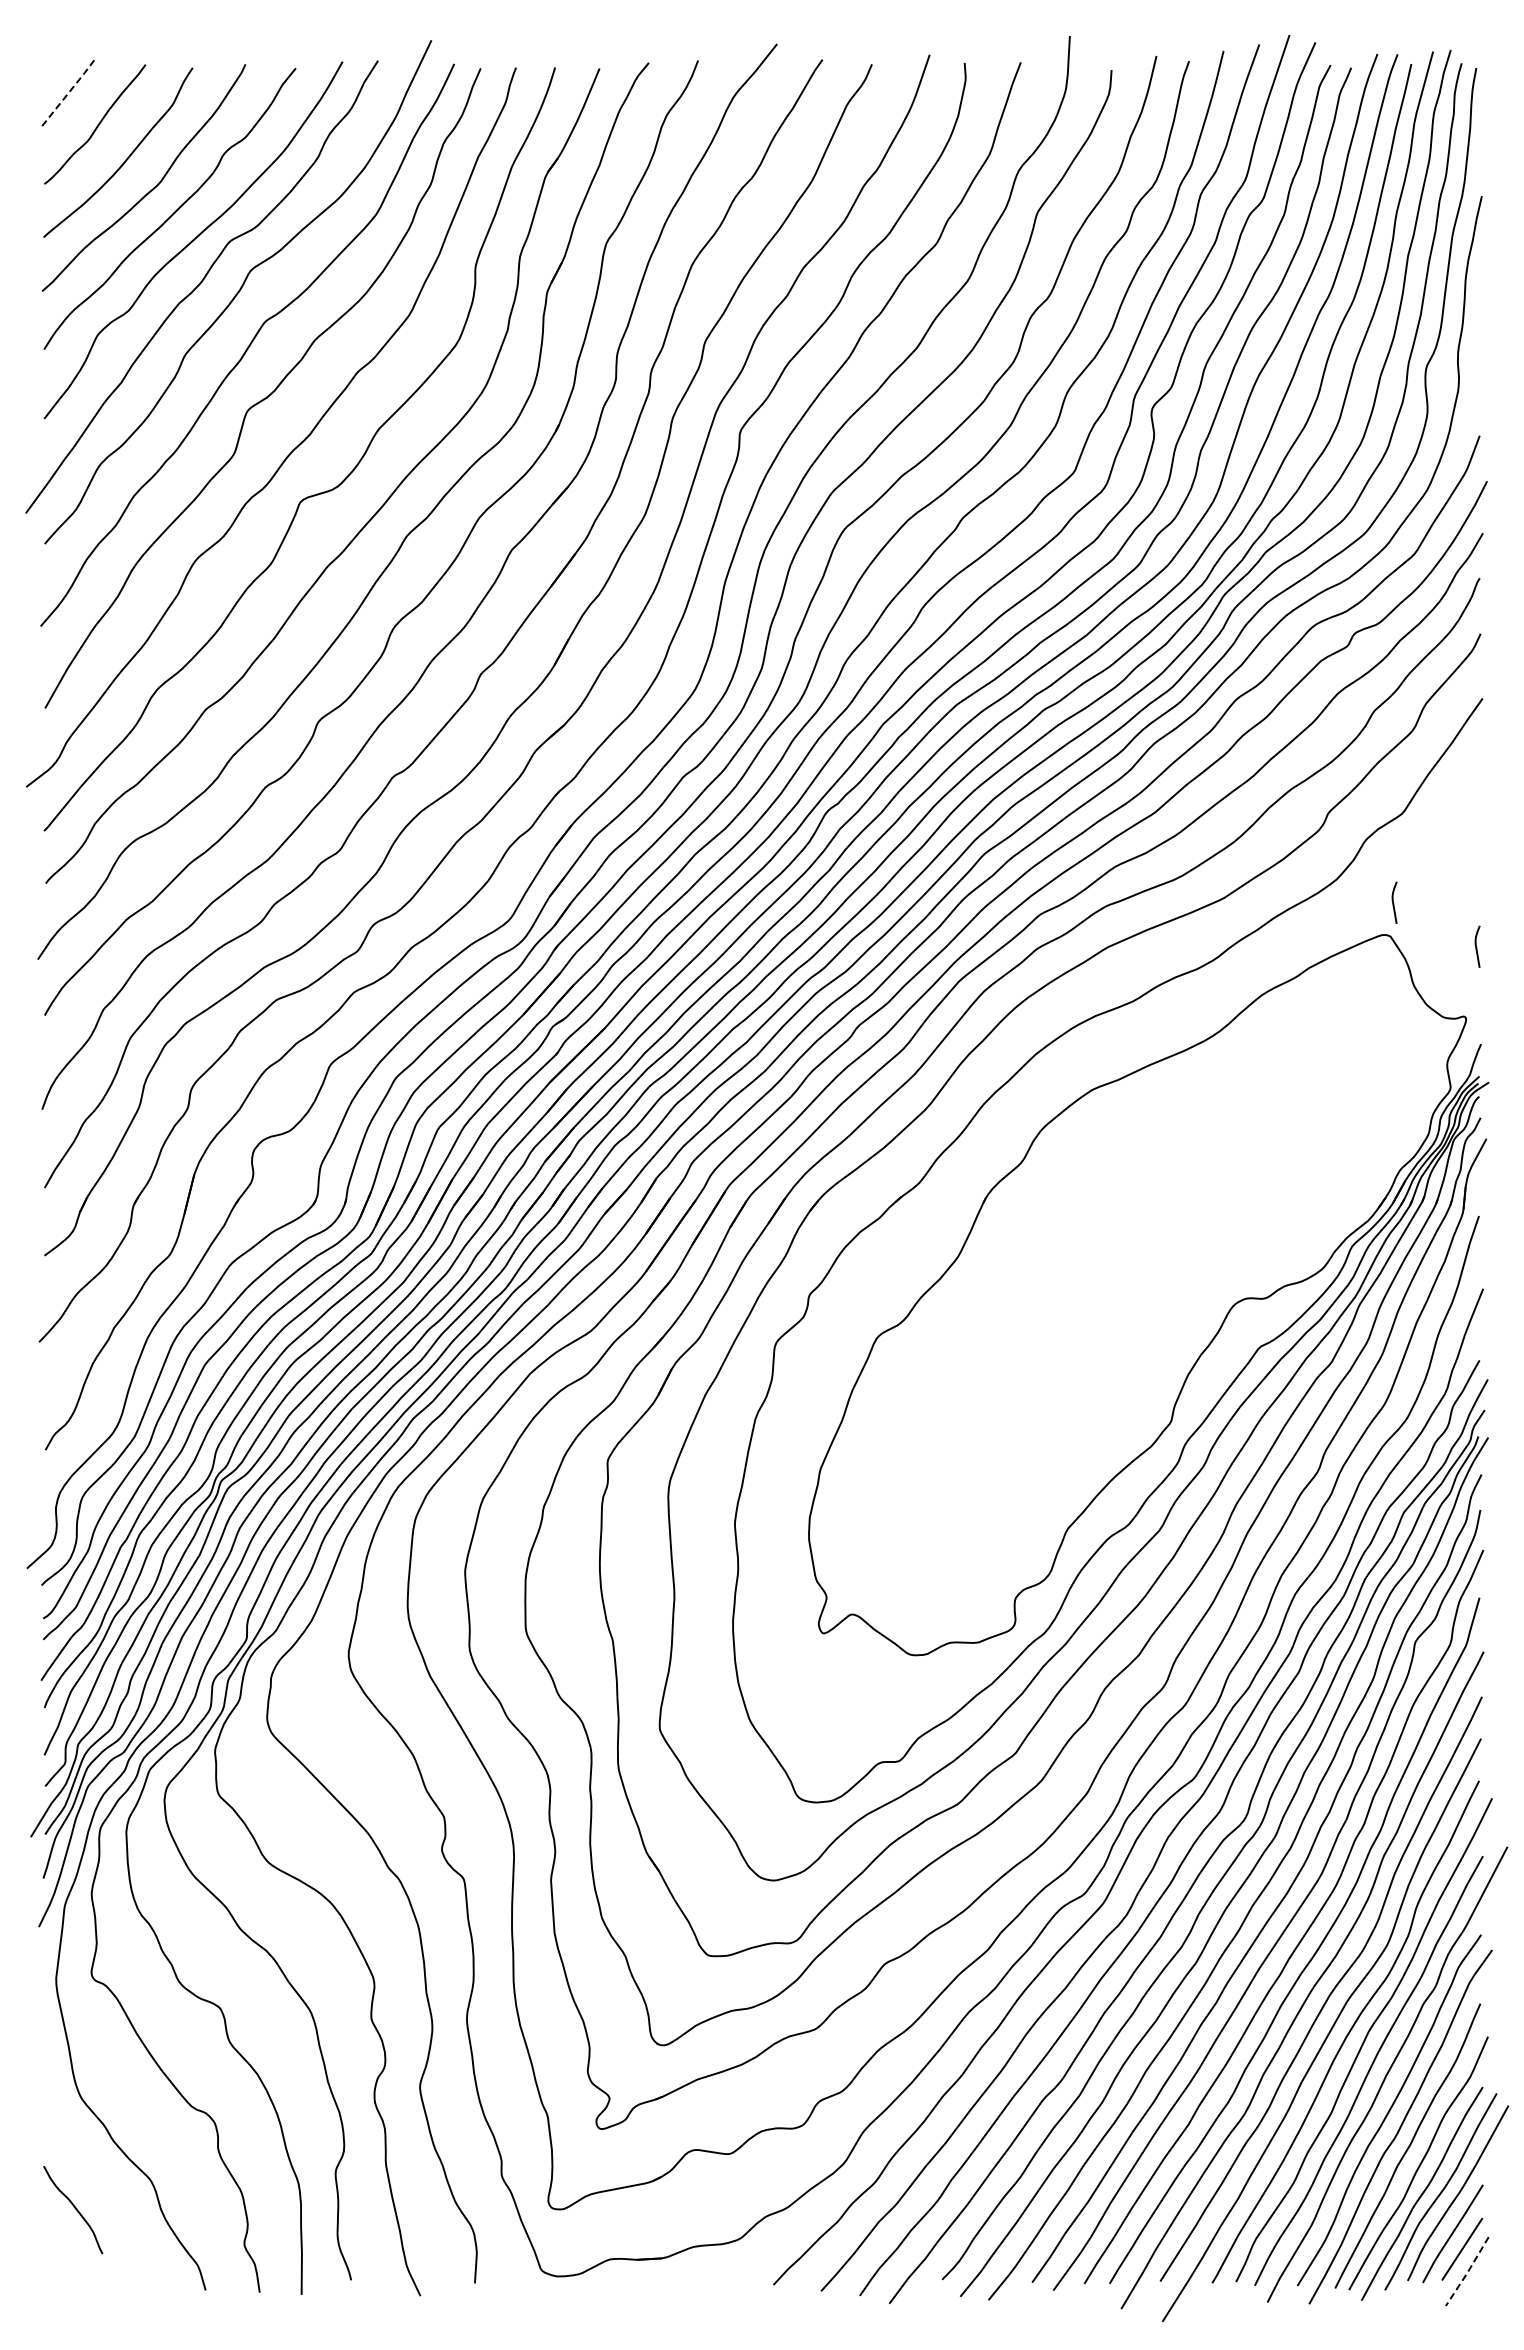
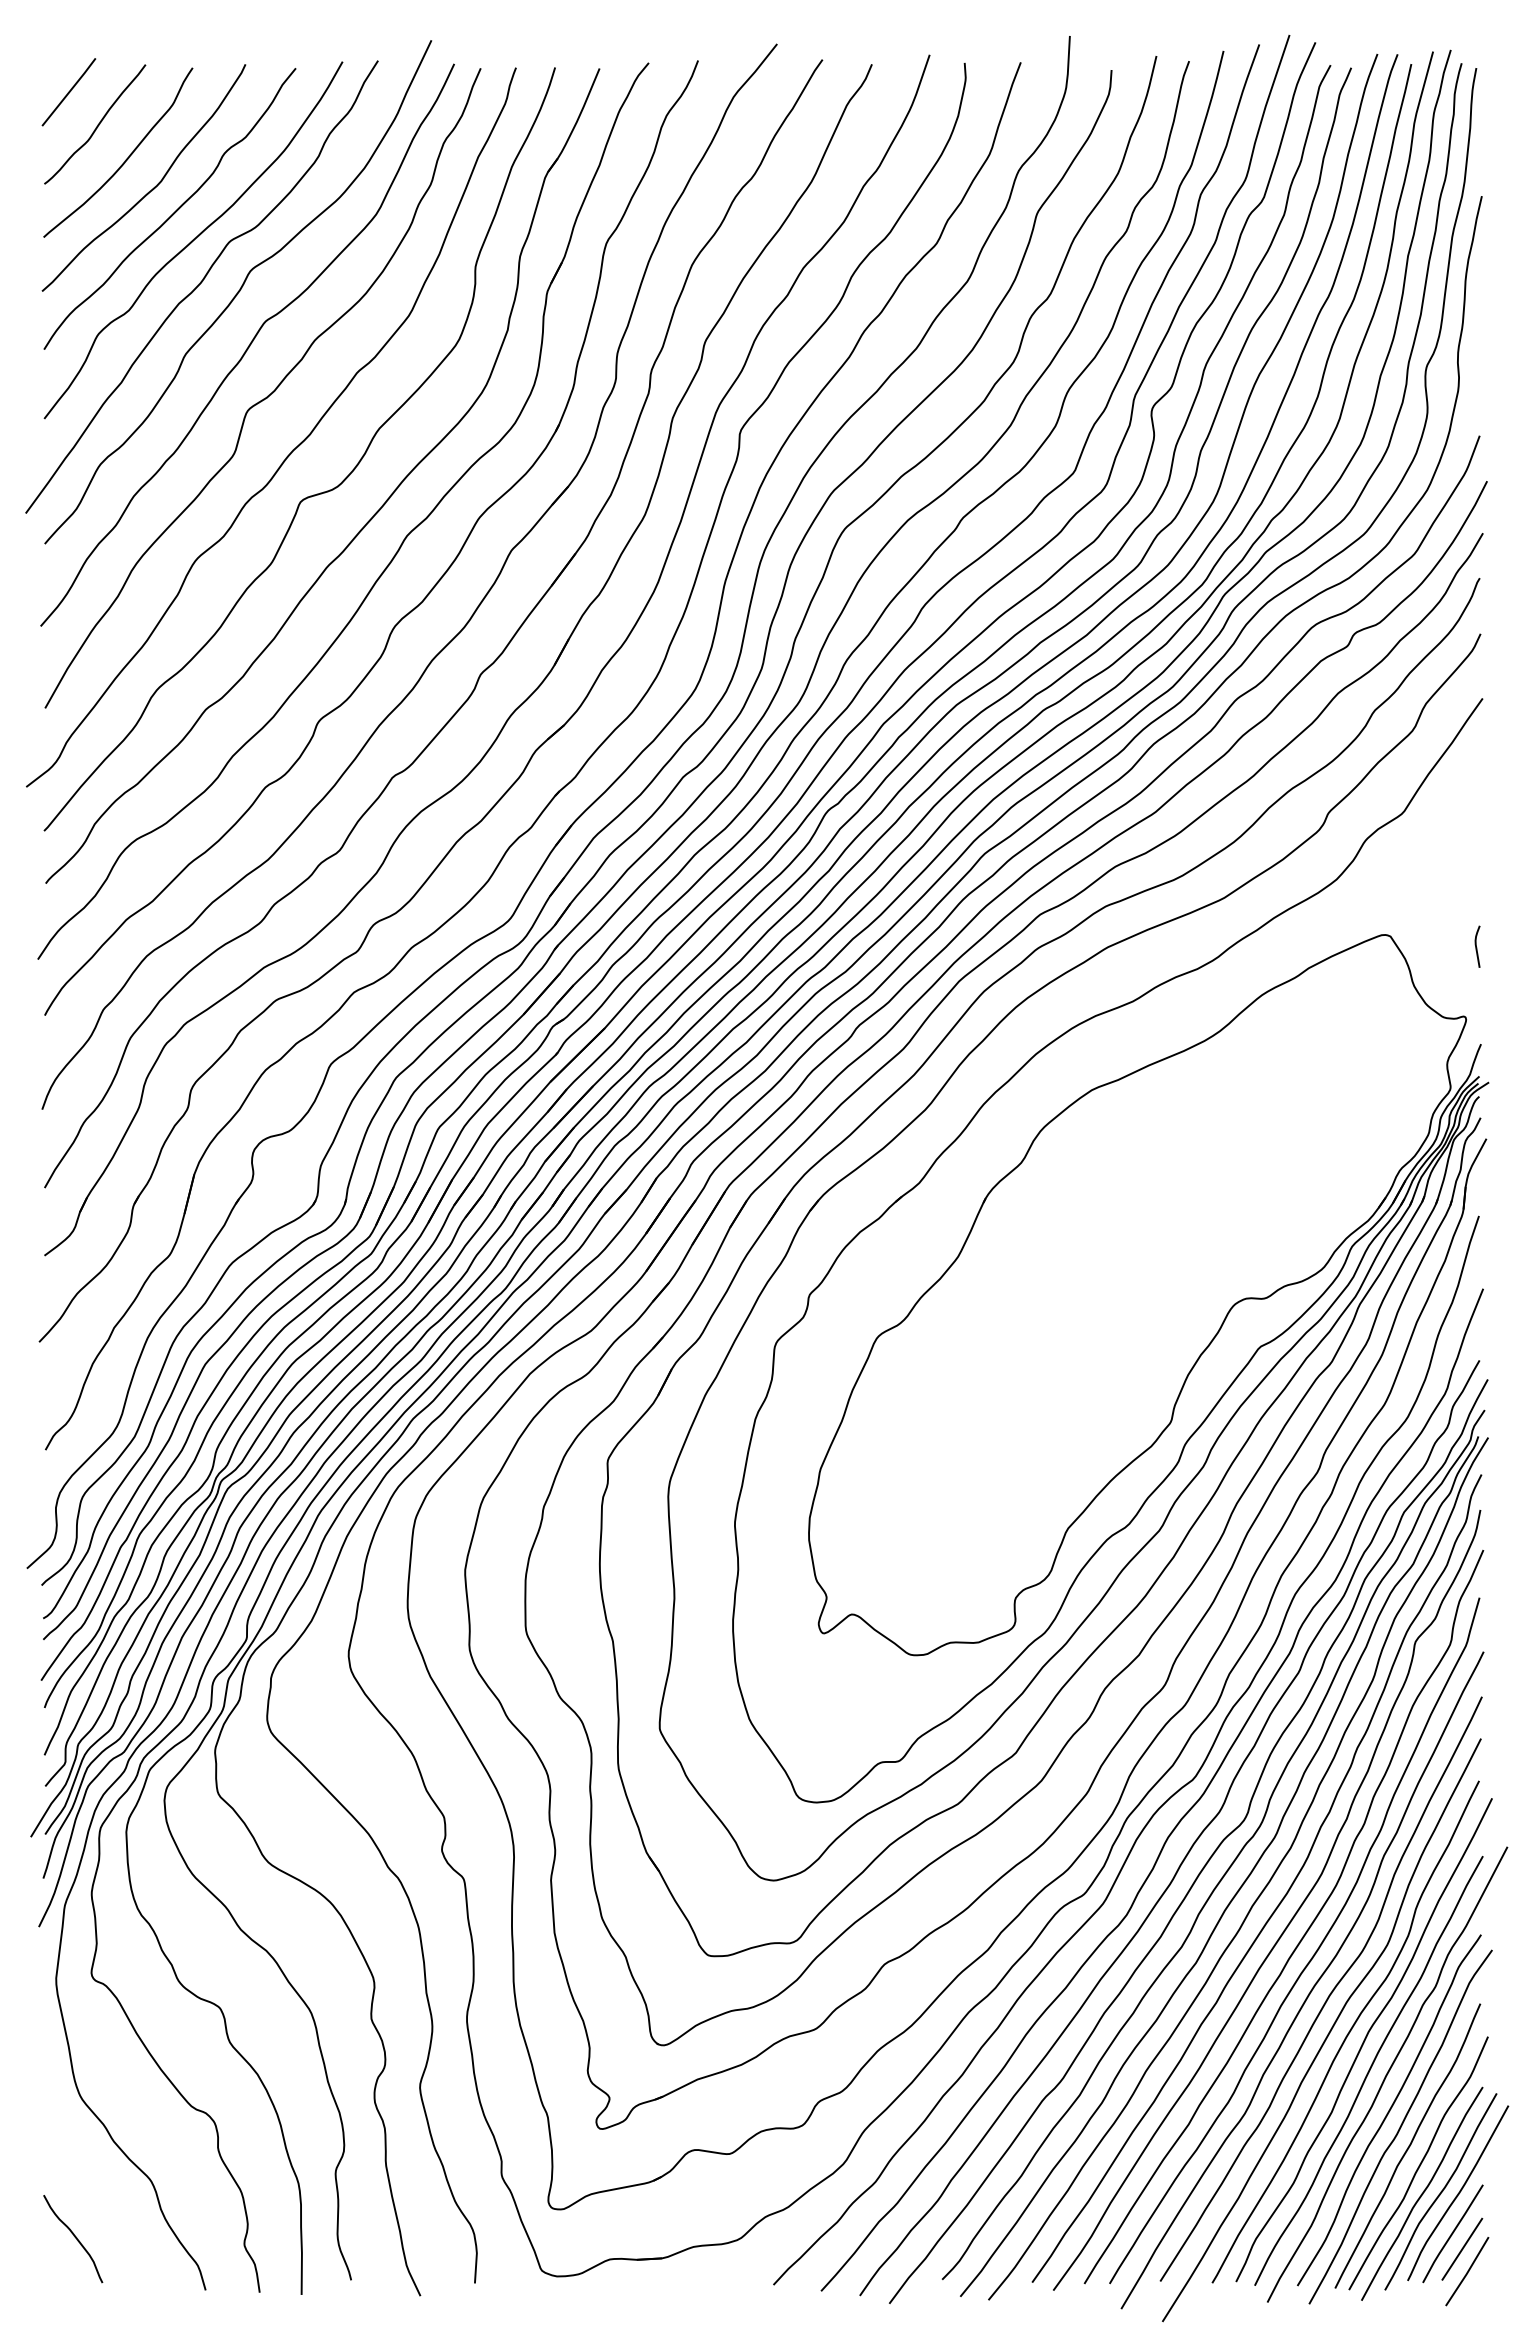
line at (69, 91): dashed -> solid
curve at (1393, 902): present -> none
curve at (74, 2208) position: (74, 2208) -> (74, 2237)
line at (1467, 2272): dashed -> solid
